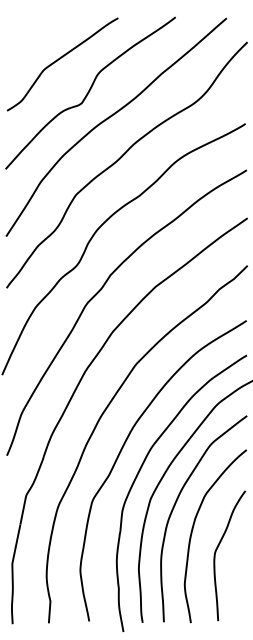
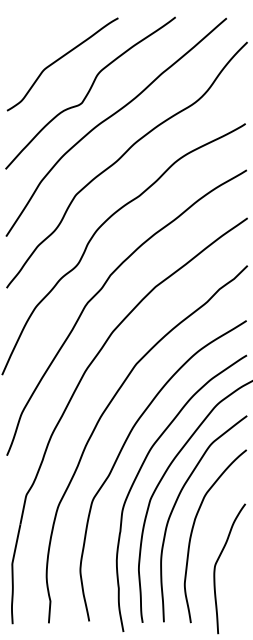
curve at (216, 552) position: (216, 552) -> (216, 565)
